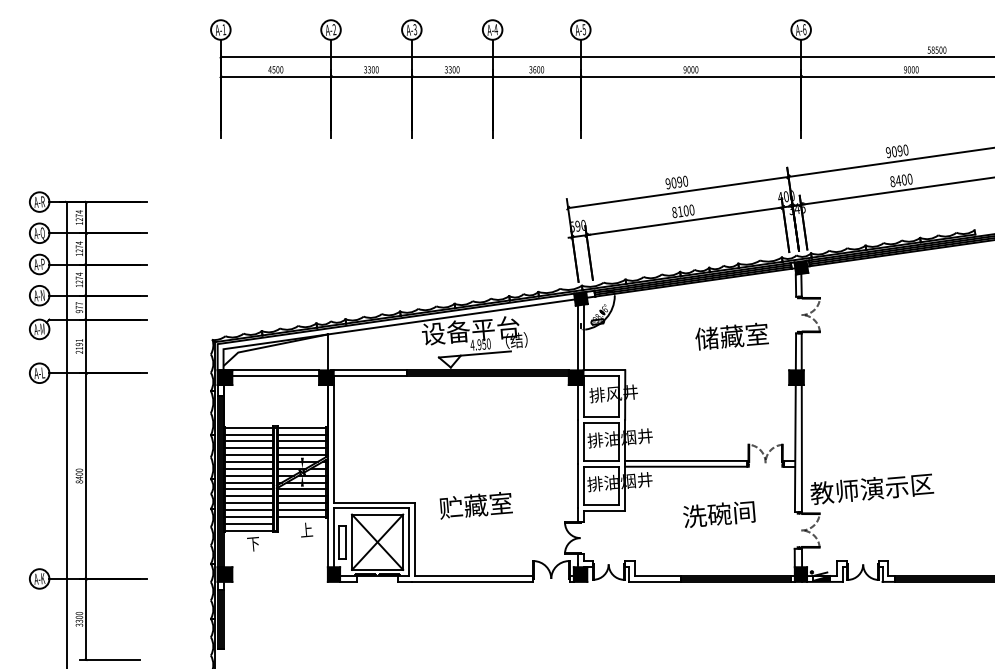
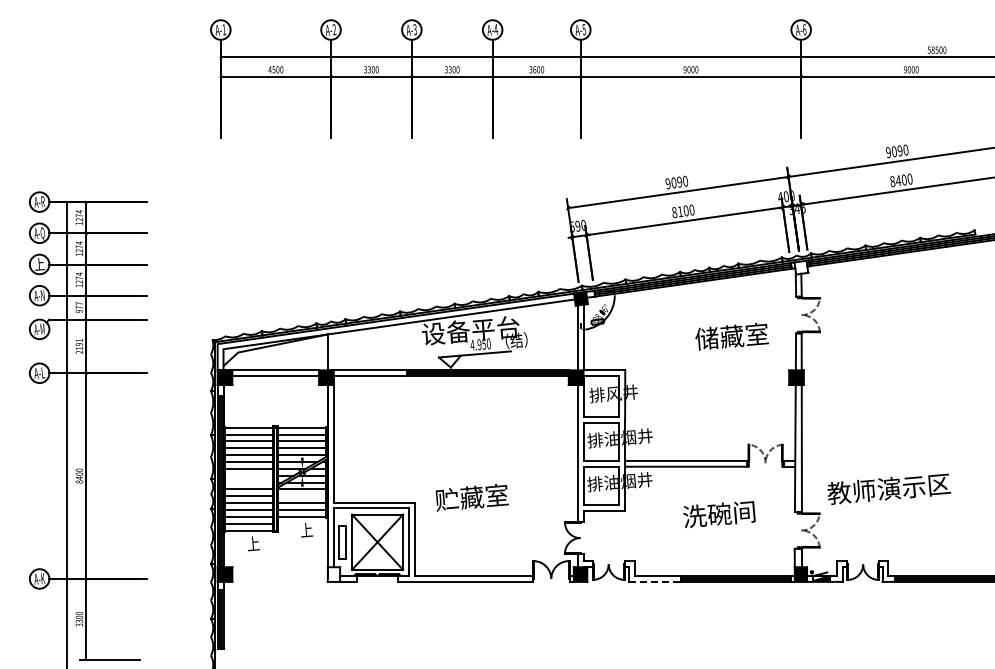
text at (39, 263): A-P -> 上
fill at (801, 267): present -> none
line at (249, 475): present -> none
line at (249, 482): present -> none
text at (872, 488) position: (872, 488) -> (889, 488)
line at (302, 496): present -> none
text at (475, 505) position: (475, 505) -> (471, 497)
text at (253, 543): 下 -> 上
fill at (333, 574): present -> none
line at (654, 581): solid -> dashed
